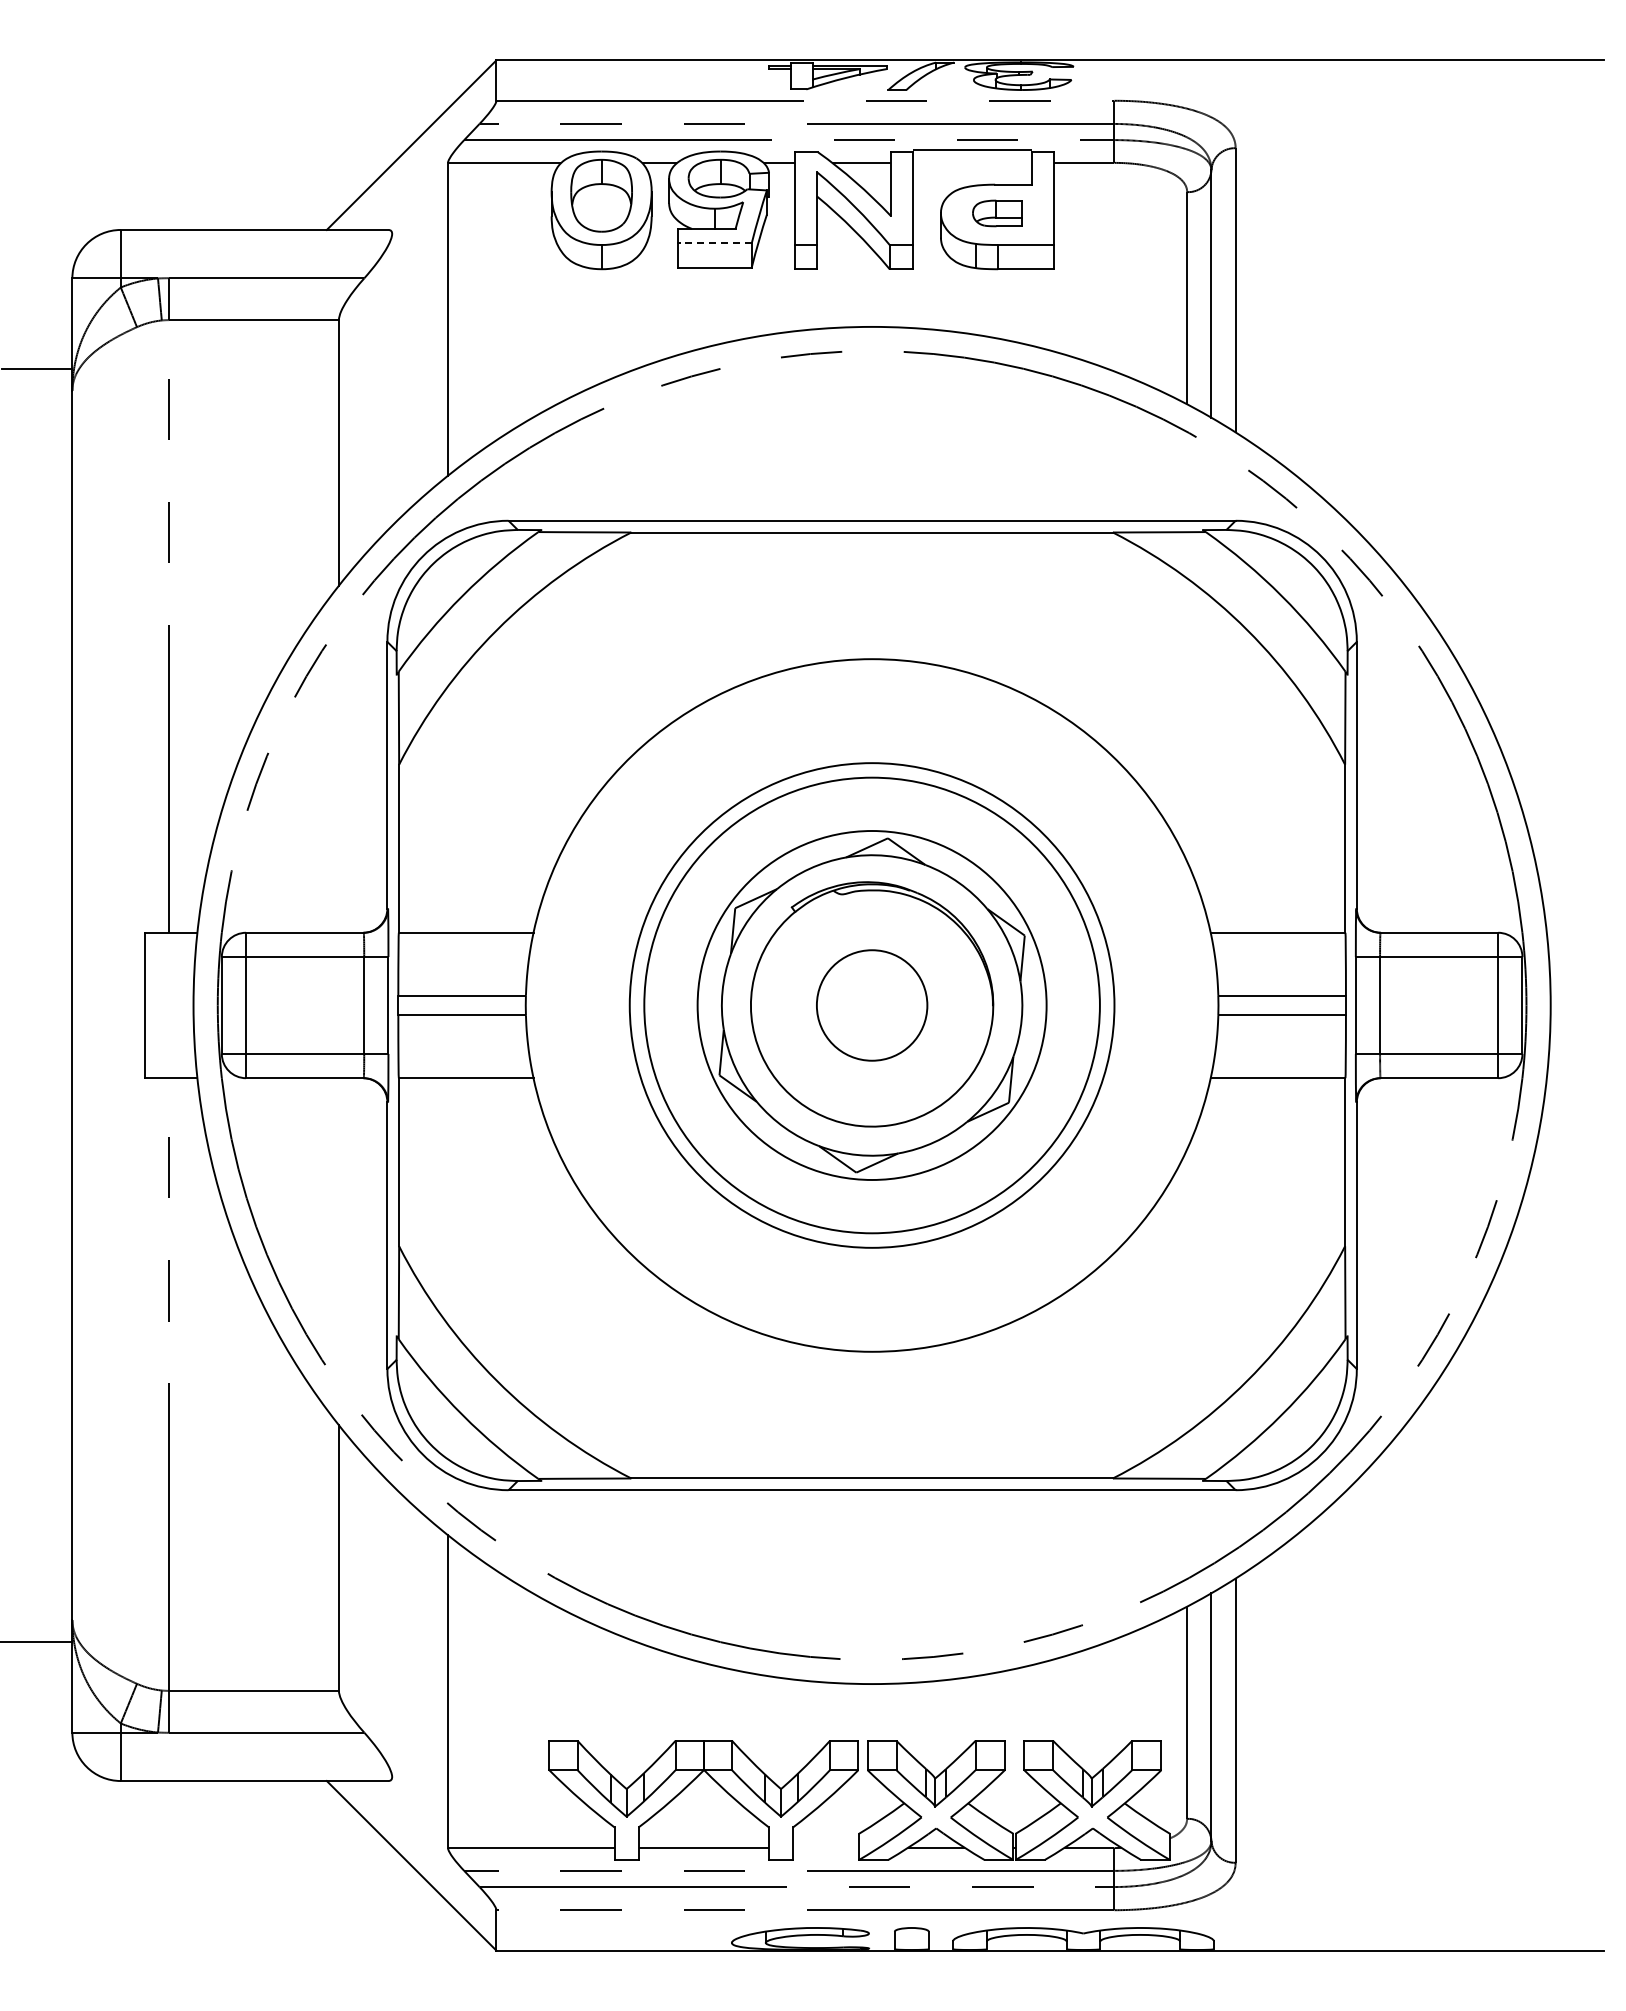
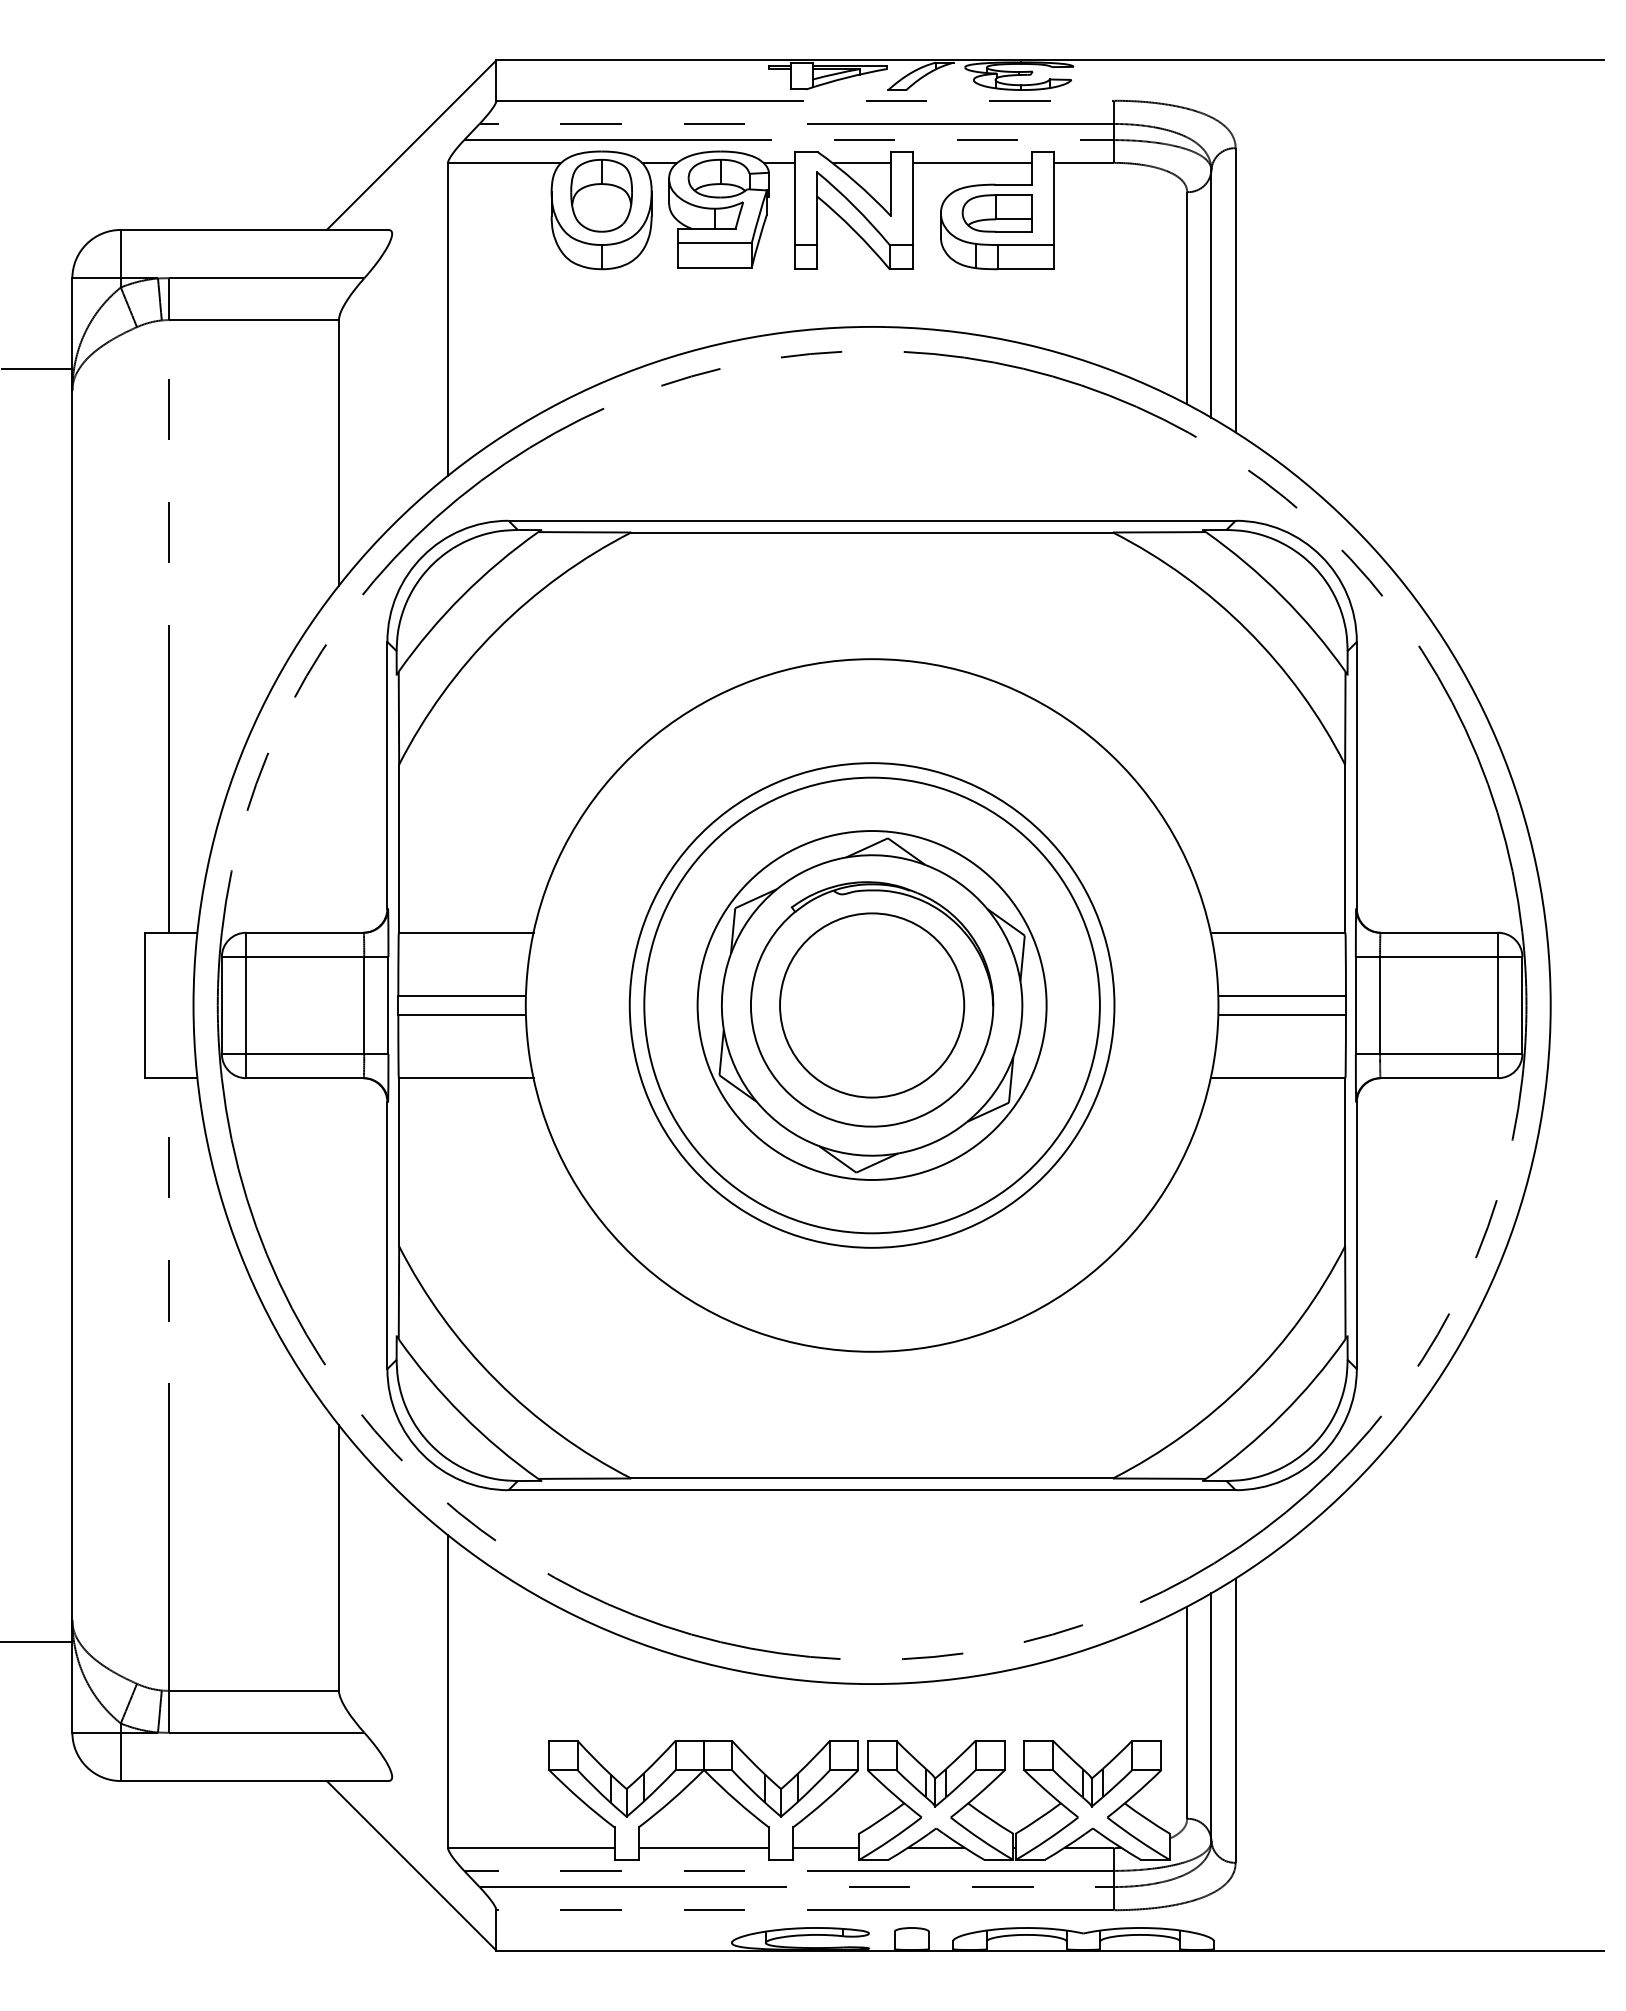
line at (972, 149) position: (972, 149) -> (972, 162)
part at (997, 213) size: 51x29 px -> 72x39 px
line at (714, 243): dashed -> solid
circle at (871, 1005) diameter: 111 px -> 184 px
line at (826, 1848): none -> present
